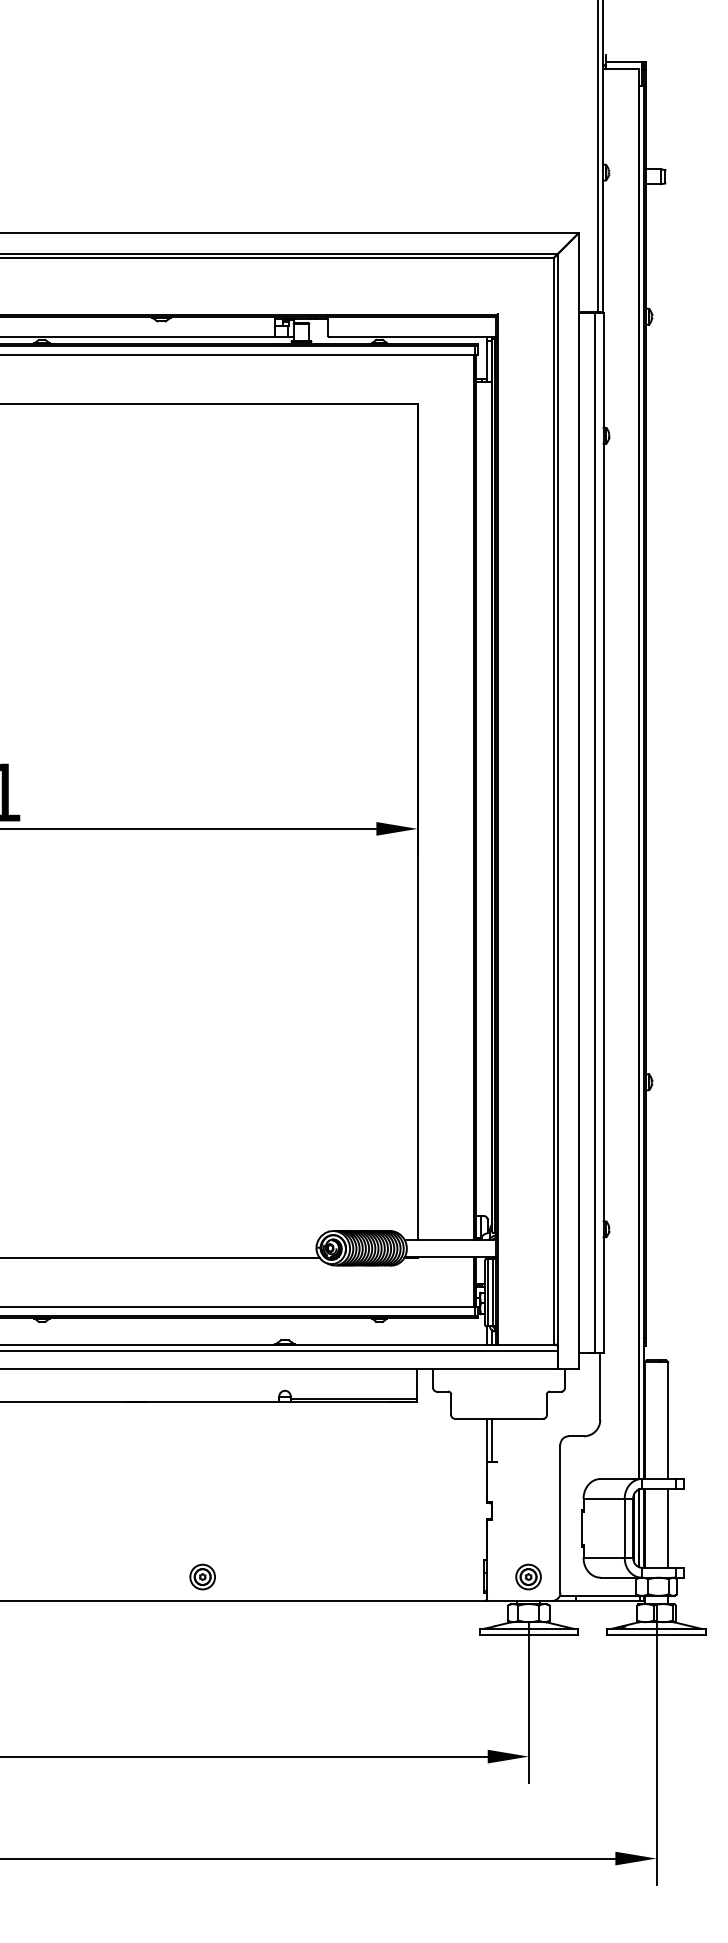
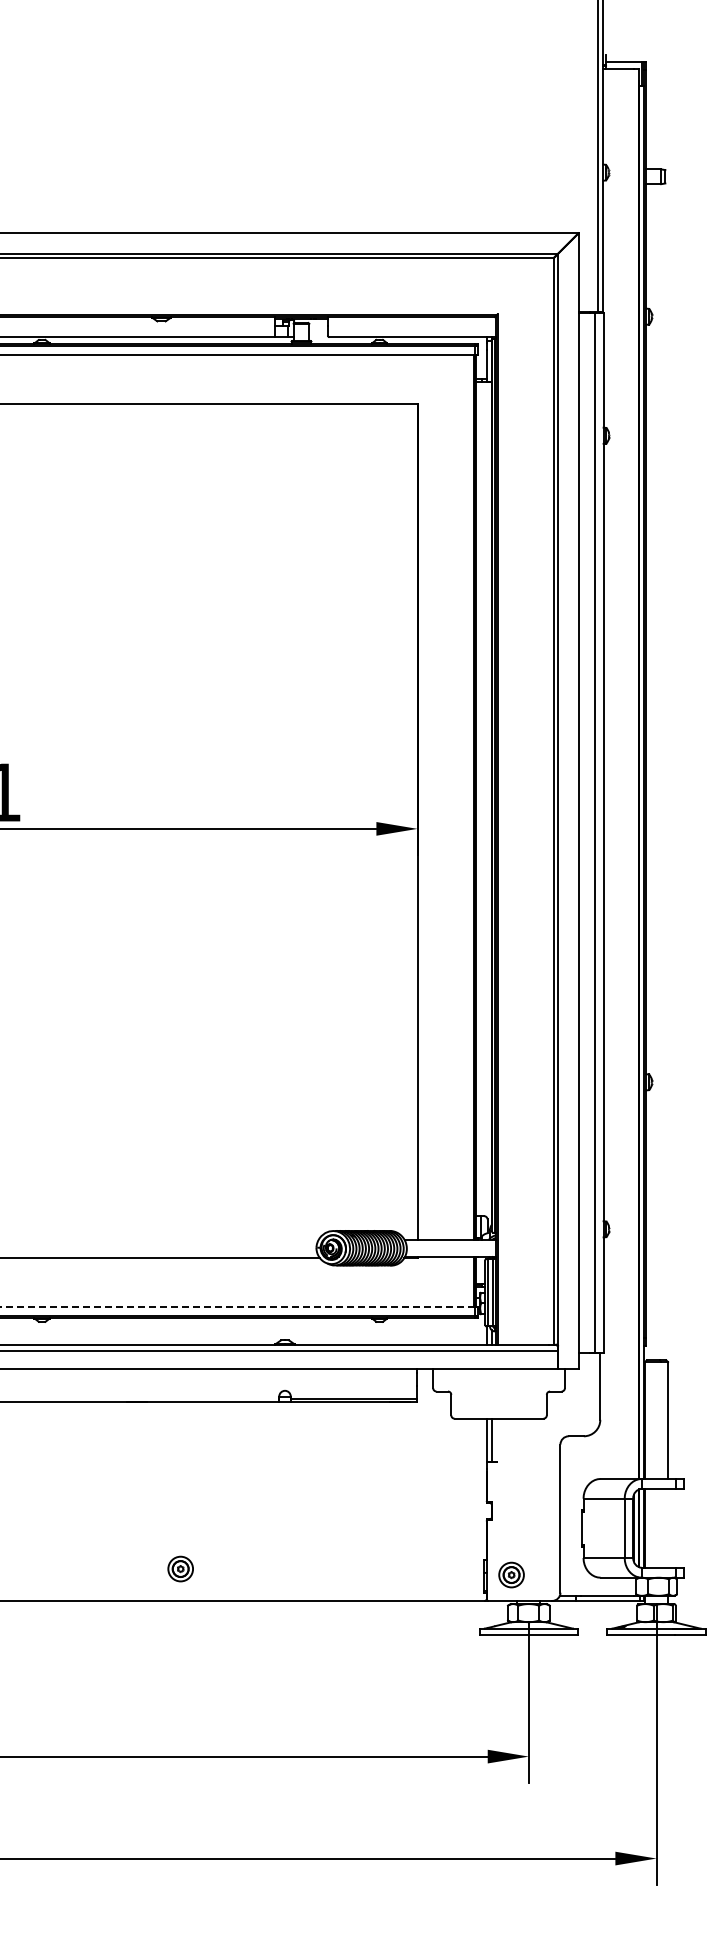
line at (237, 1306): solid -> dashed
line at (668, 1527): present -> none
part at (202, 1576) position: (202, 1576) -> (180, 1568)
part at (528, 1576) position: (528, 1576) -> (511, 1574)
